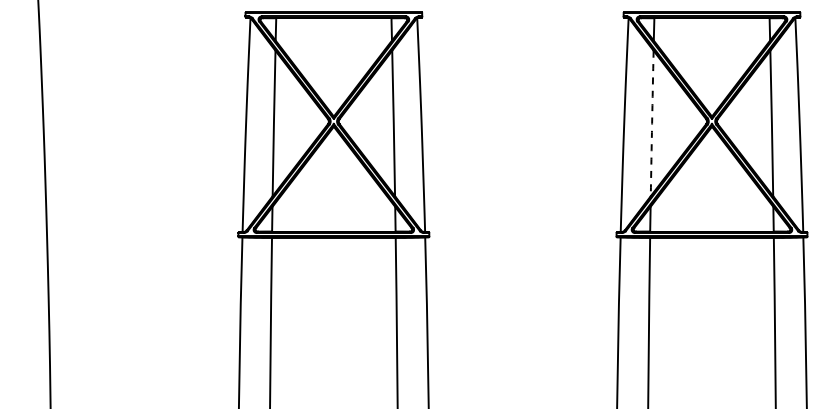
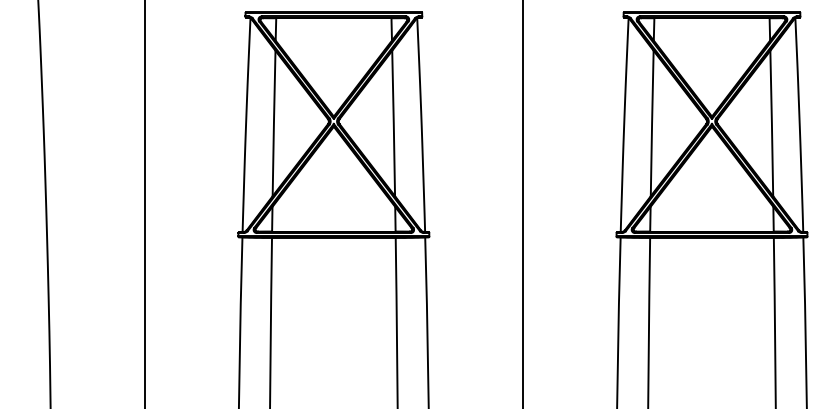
arc at (652, 123): dashed -> solid
line at (144, 203): none -> present
line at (522, 203): none -> present
